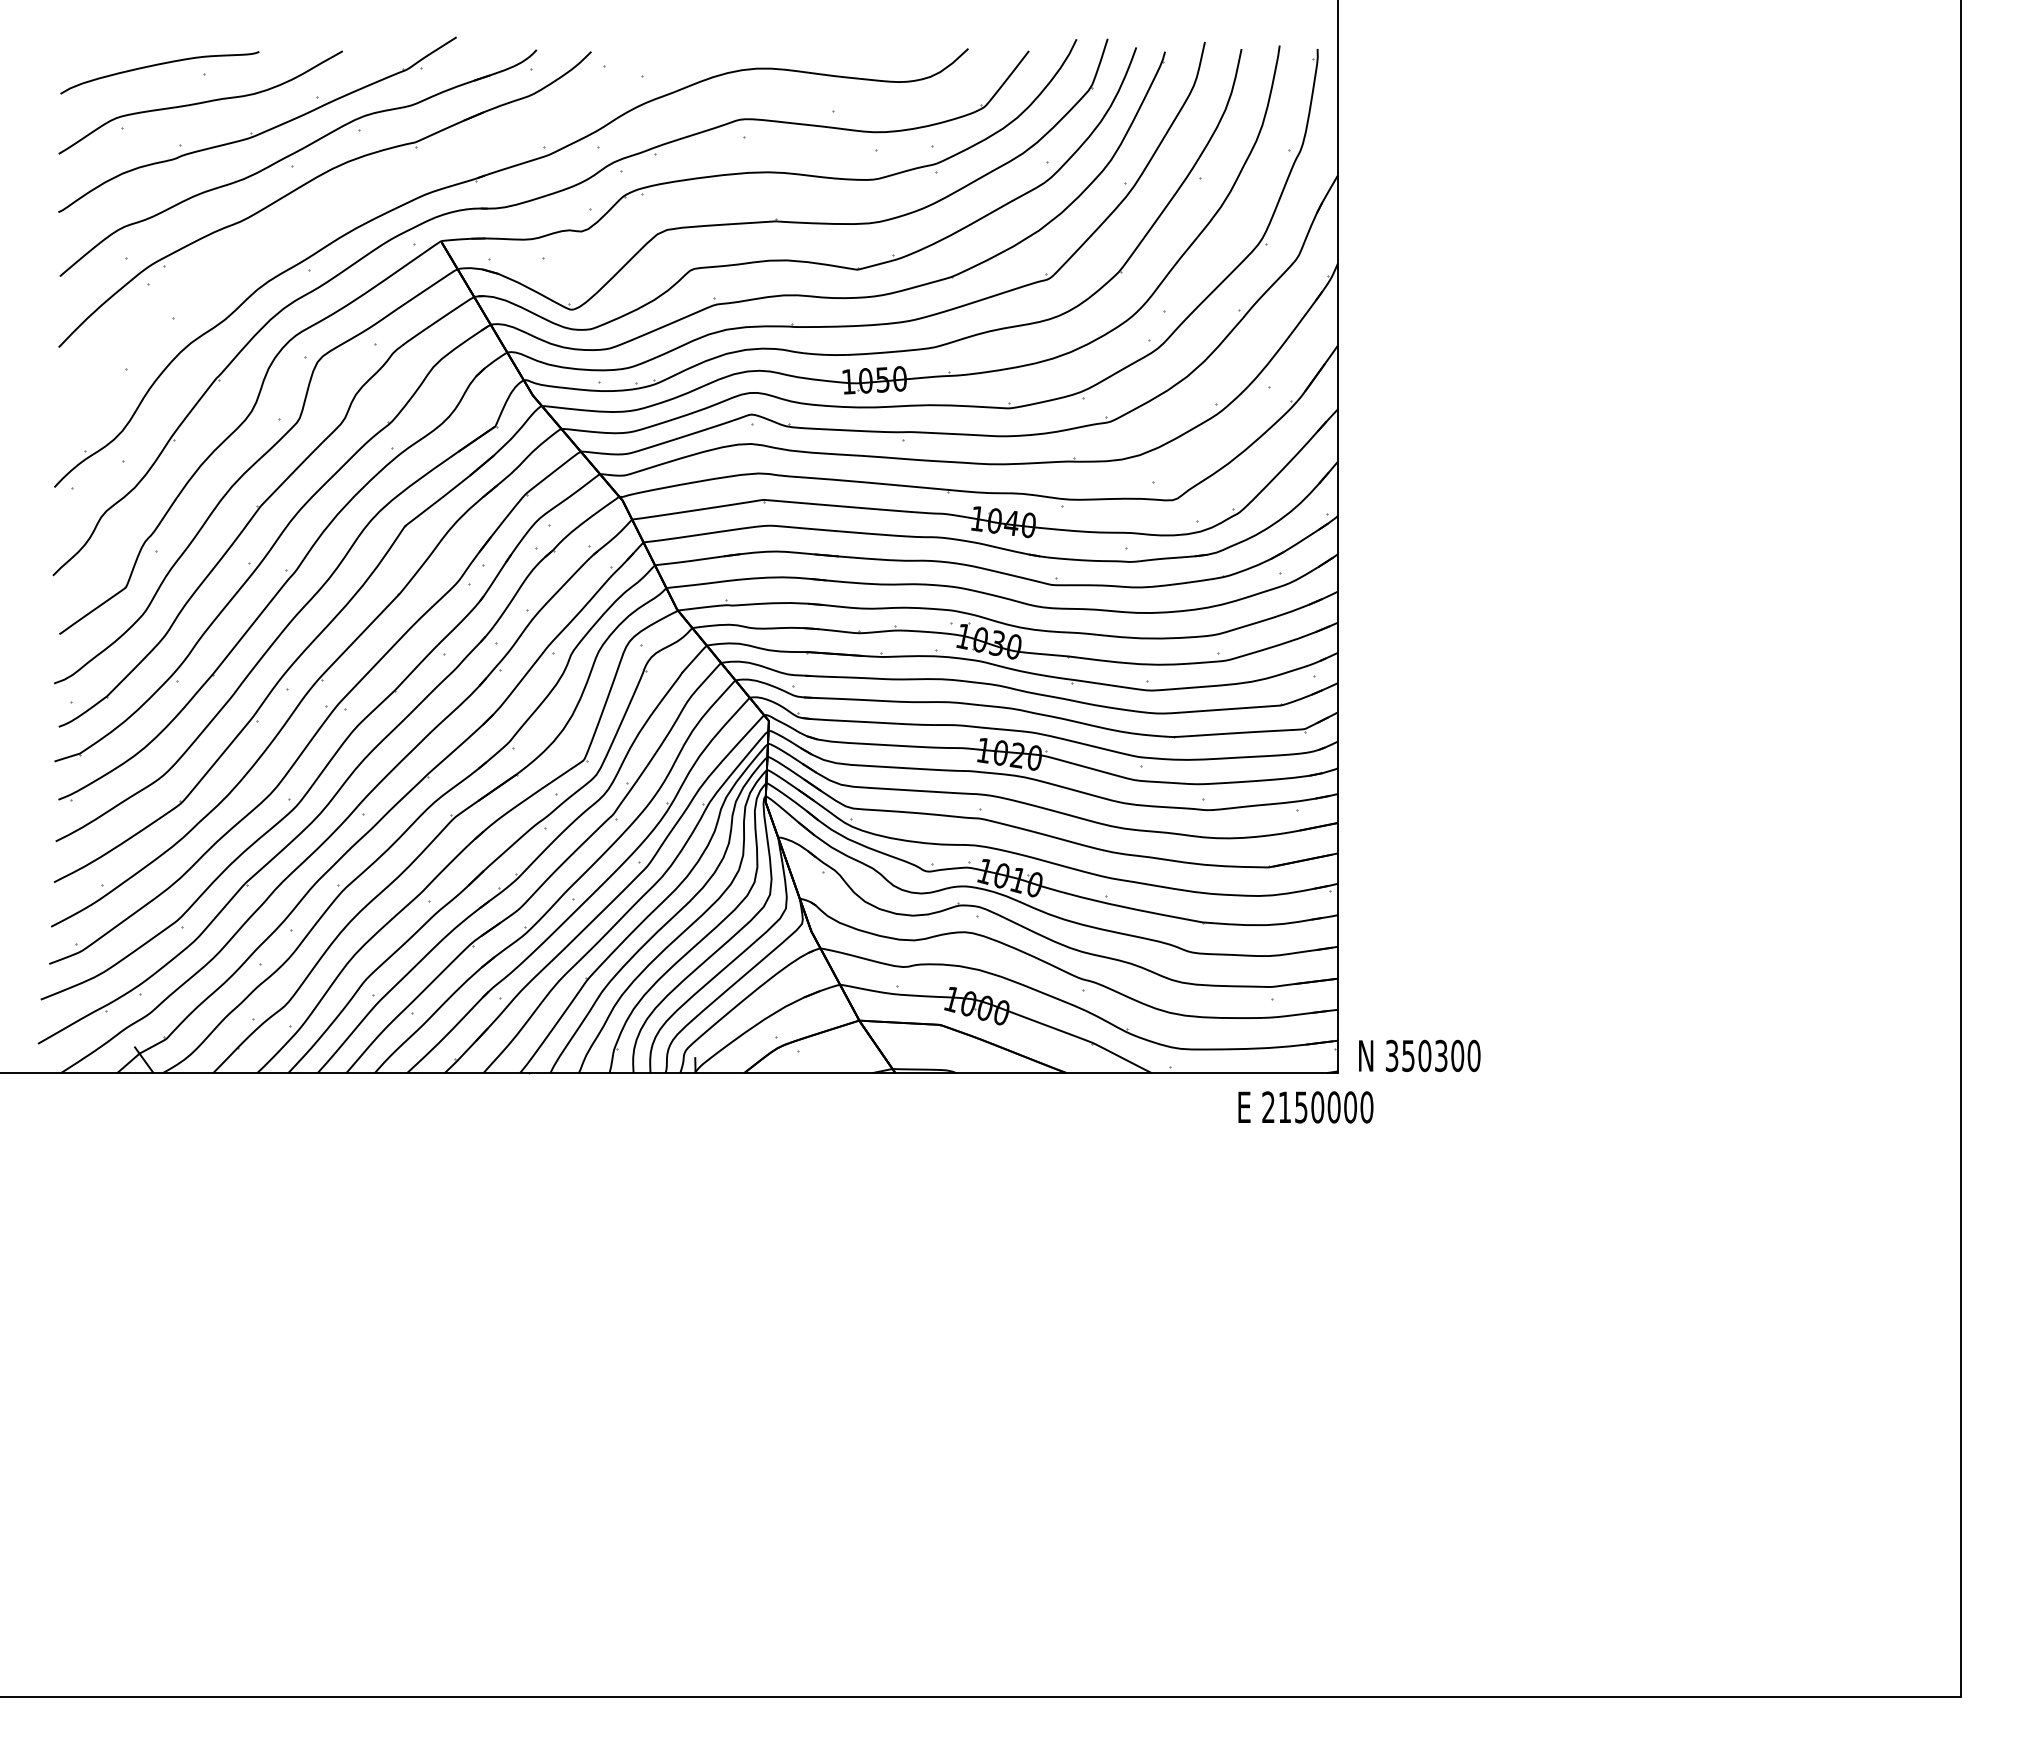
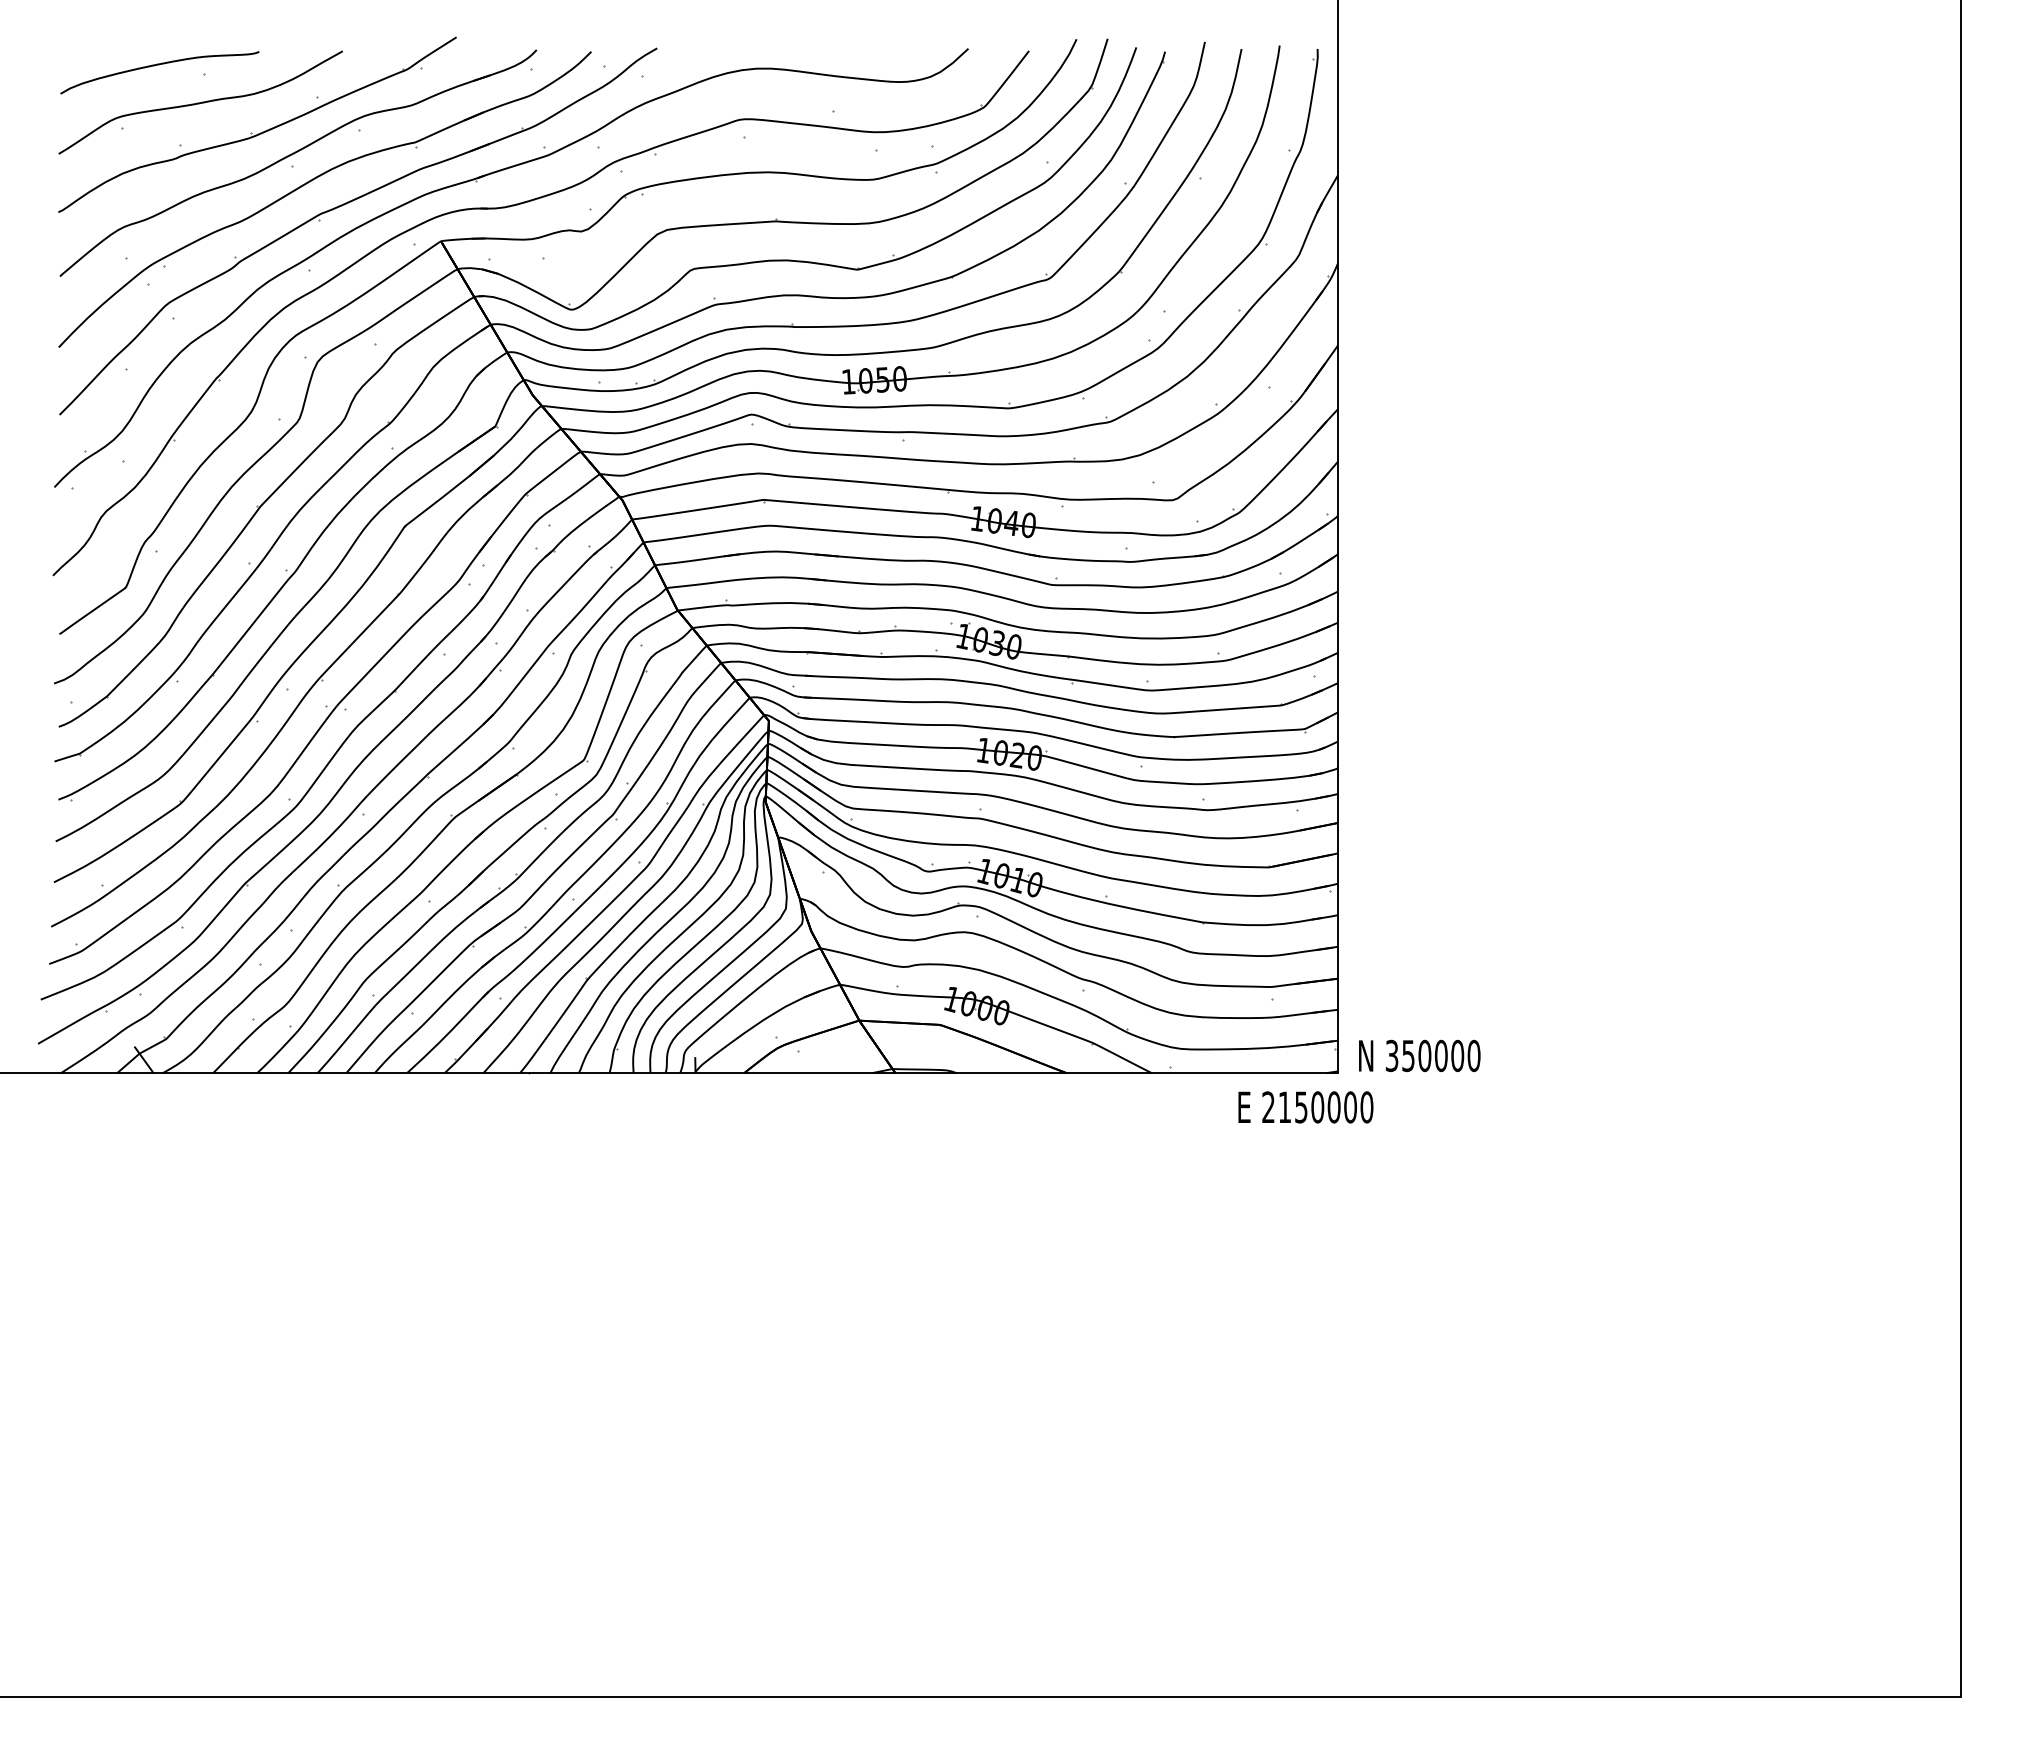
part at (344, 205): none -> present
text at (1440, 1056): 350300 -> 350000
